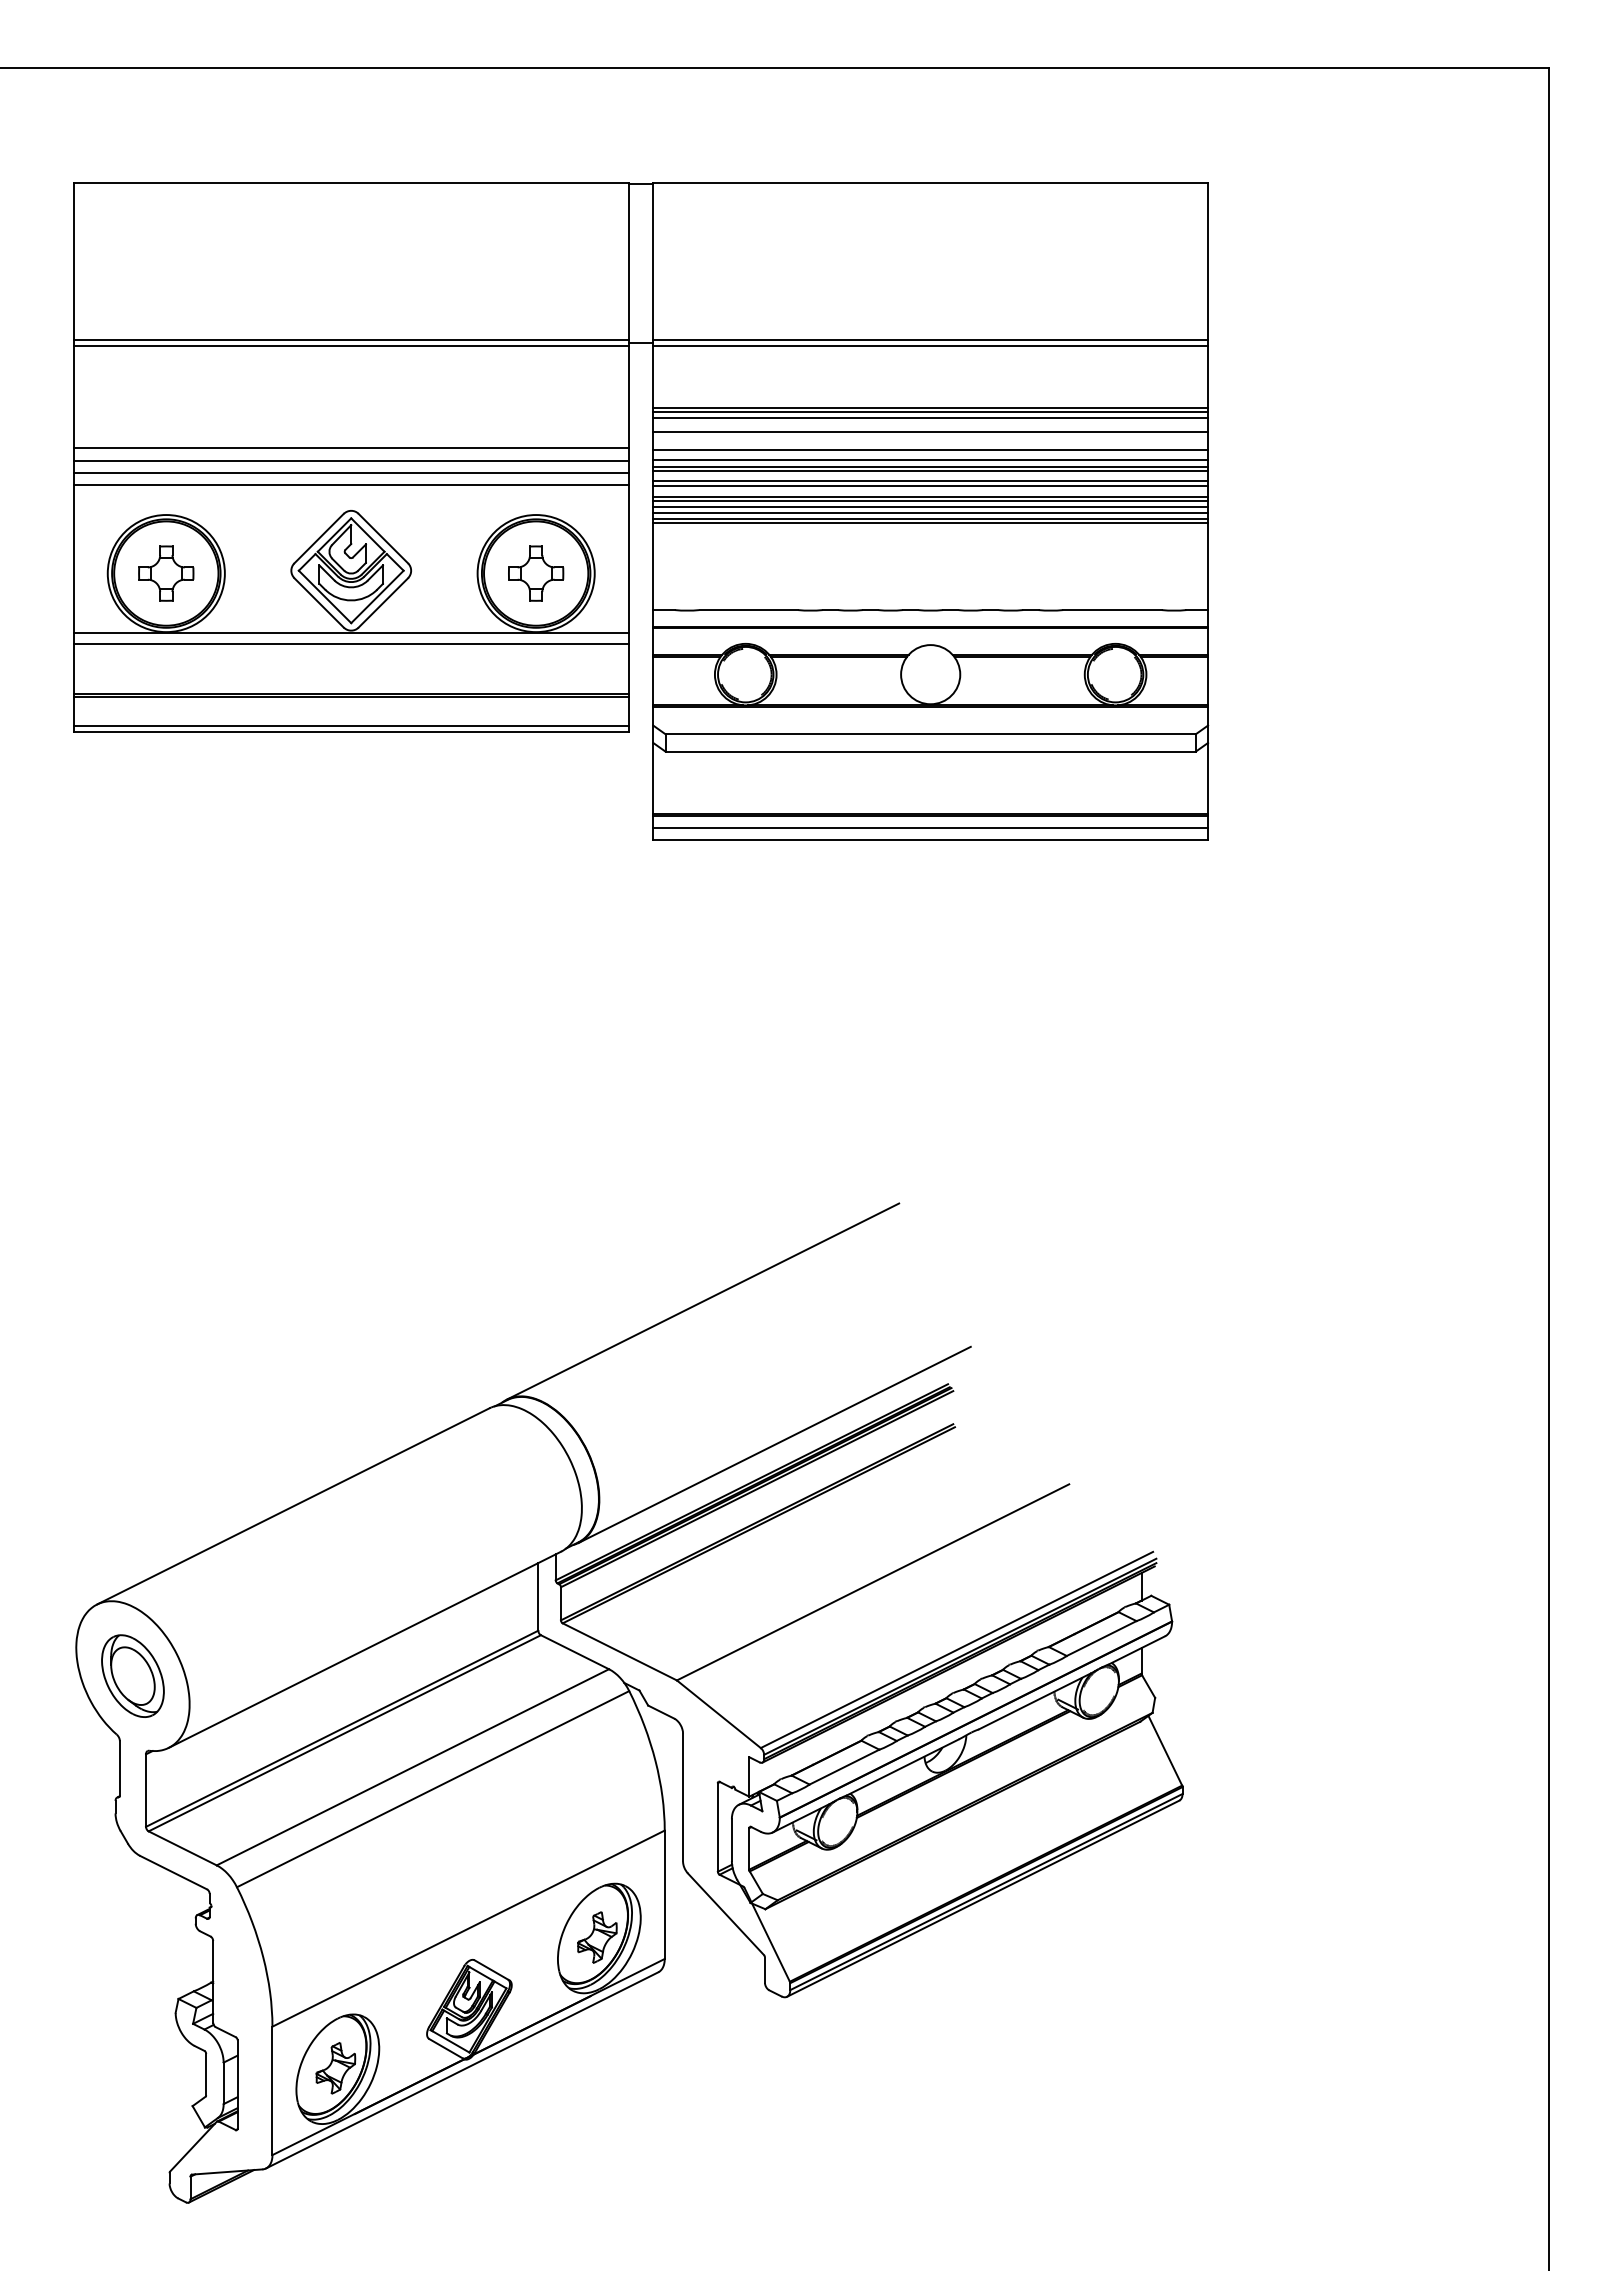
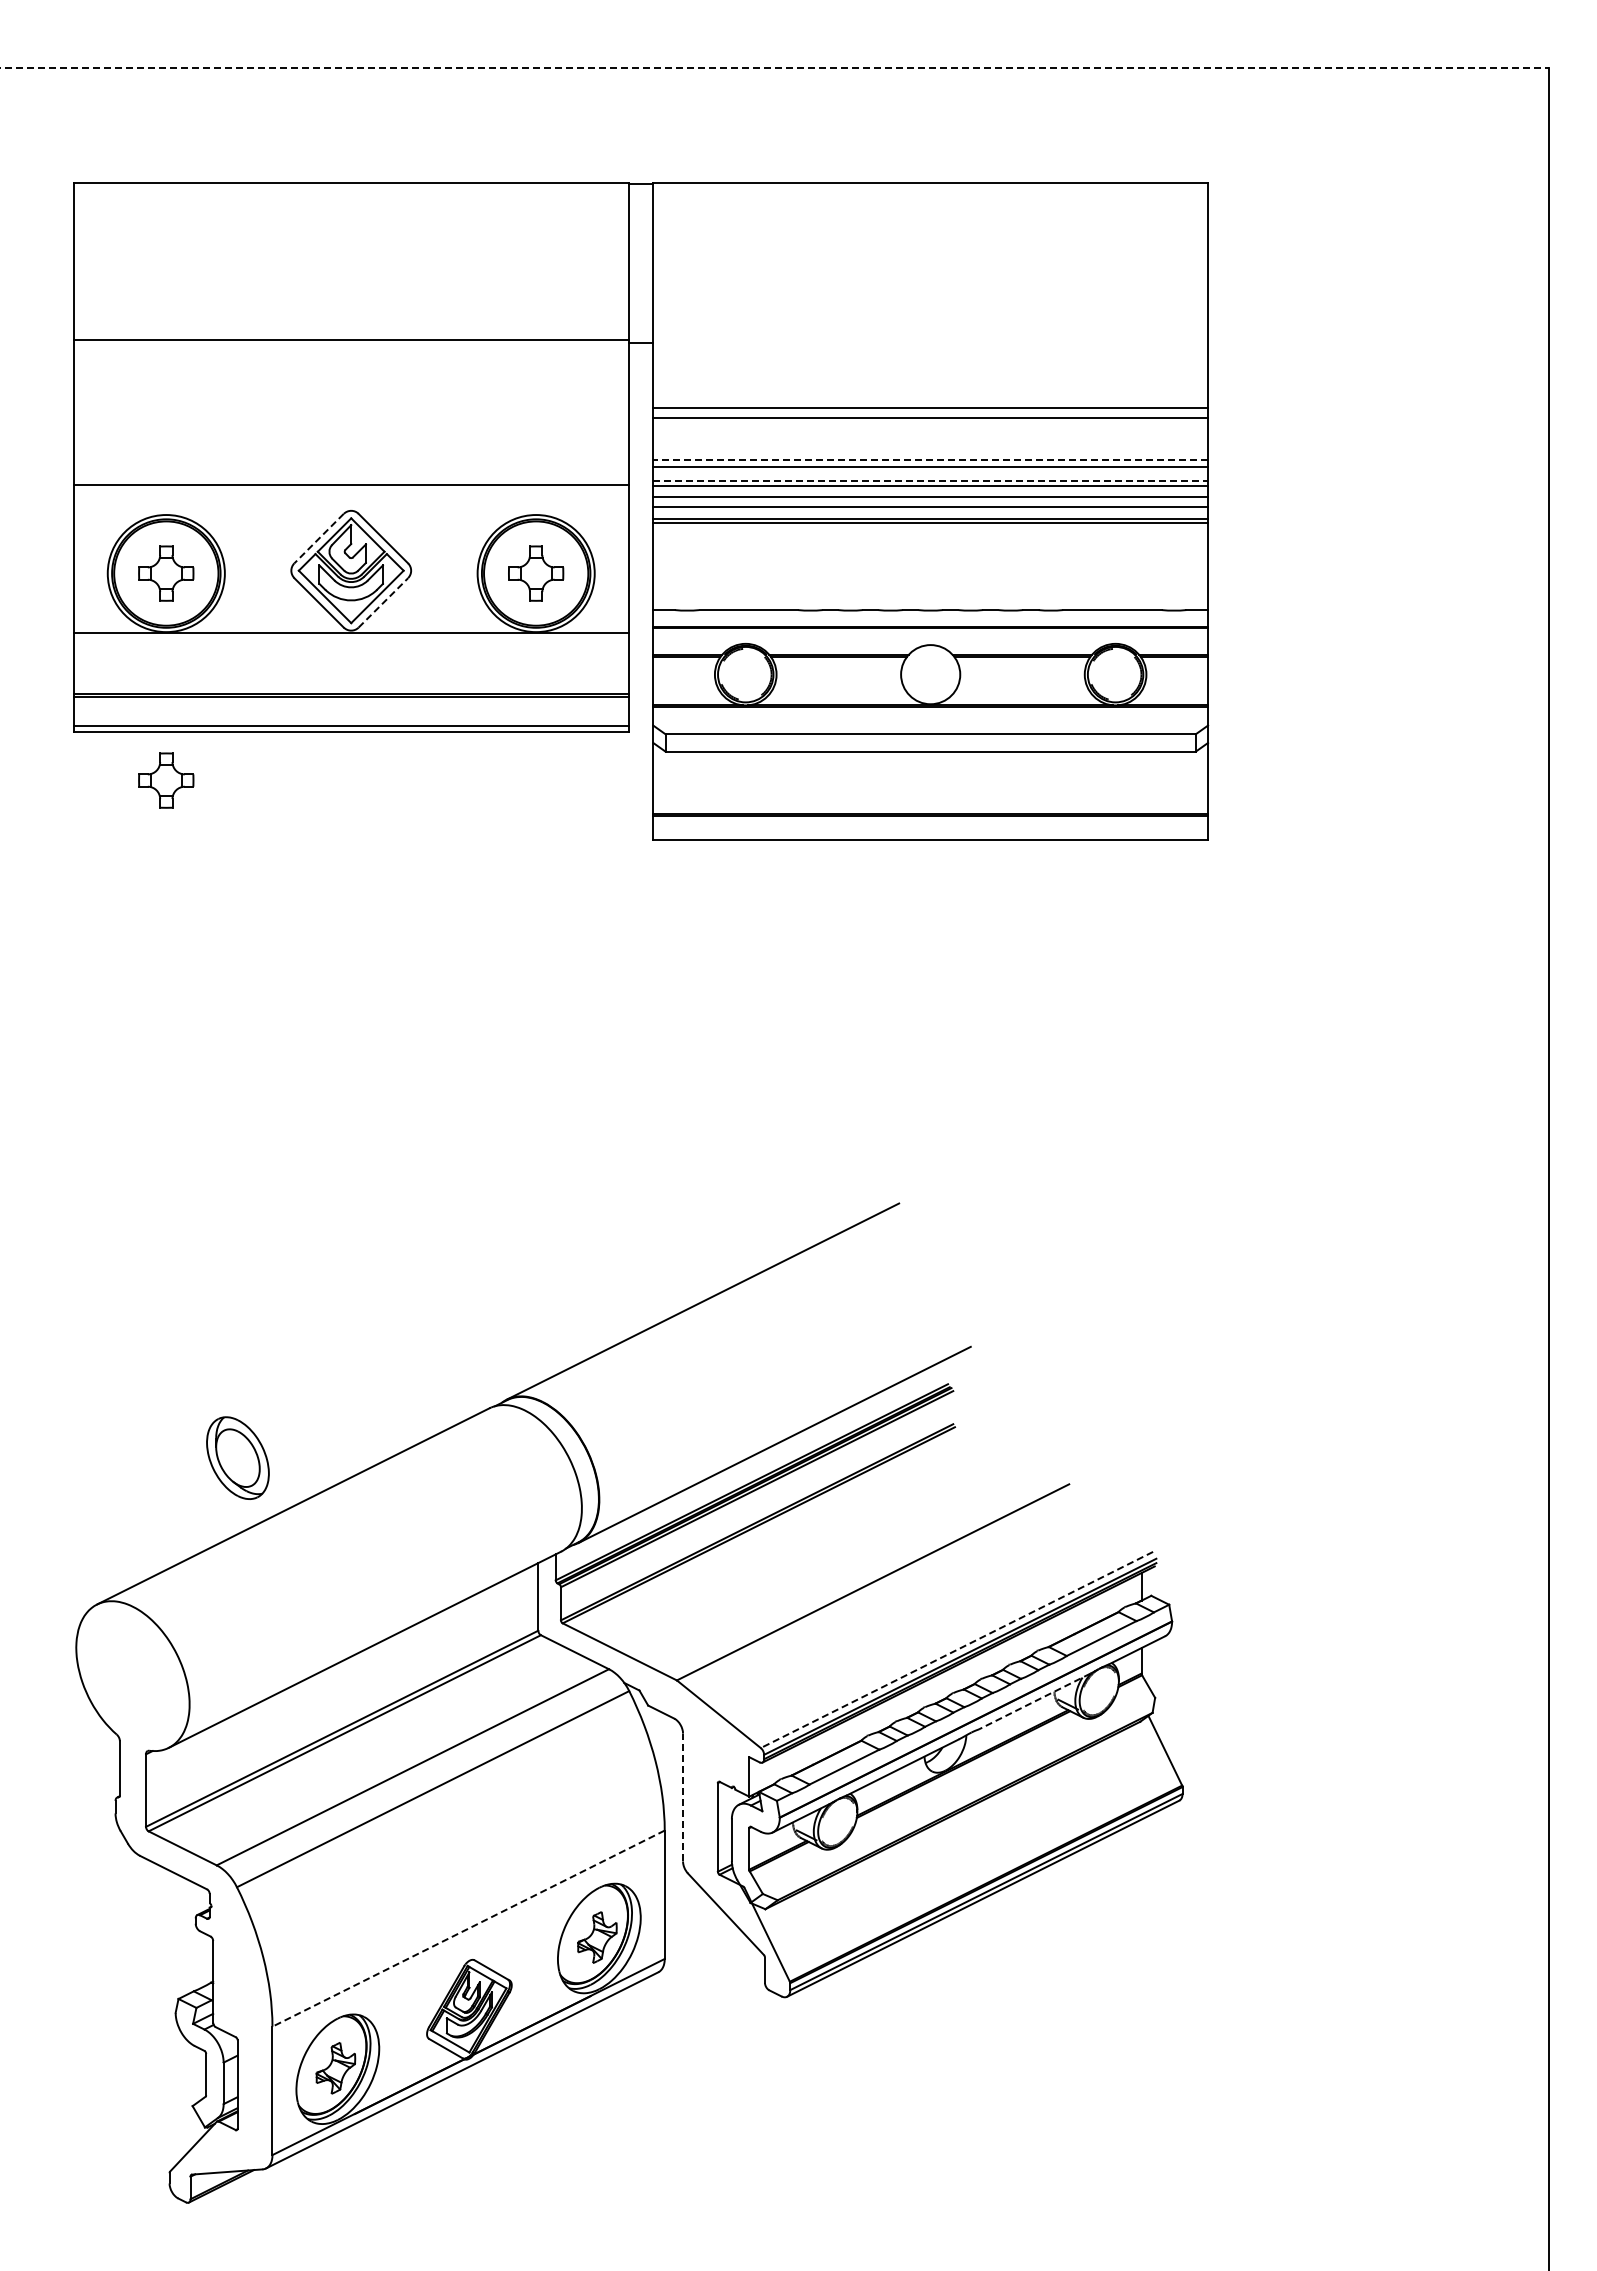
line at (775, 68): solid -> dashed
line at (930, 340): present -> none
line at (350, 346): present -> none
line at (930, 346): present -> none
line at (930, 411): present -> none
line at (930, 432): present -> none
line at (350, 448): present -> none
line at (930, 449): present -> none
line at (930, 459): solid -> dashed
line at (350, 460): present -> none
line at (930, 470): present -> none
line at (350, 473): present -> none
line at (931, 481): solid -> dashed
line at (930, 500): present -> none
line at (930, 513): present -> none
line at (319, 538): solid -> dashed
line at (383, 602): solid -> dashed
line at (350, 644): present -> none
part at (166, 780): none -> present
line at (930, 828): present -> none
line at (956, 1650): solid -> dashed
part at (132, 1675) position: (132, 1675) -> (237, 1457)
line at (1034, 1701): solid -> dashed
line at (683, 1797): solid -> dashed
line at (468, 1928): solid -> dashed
